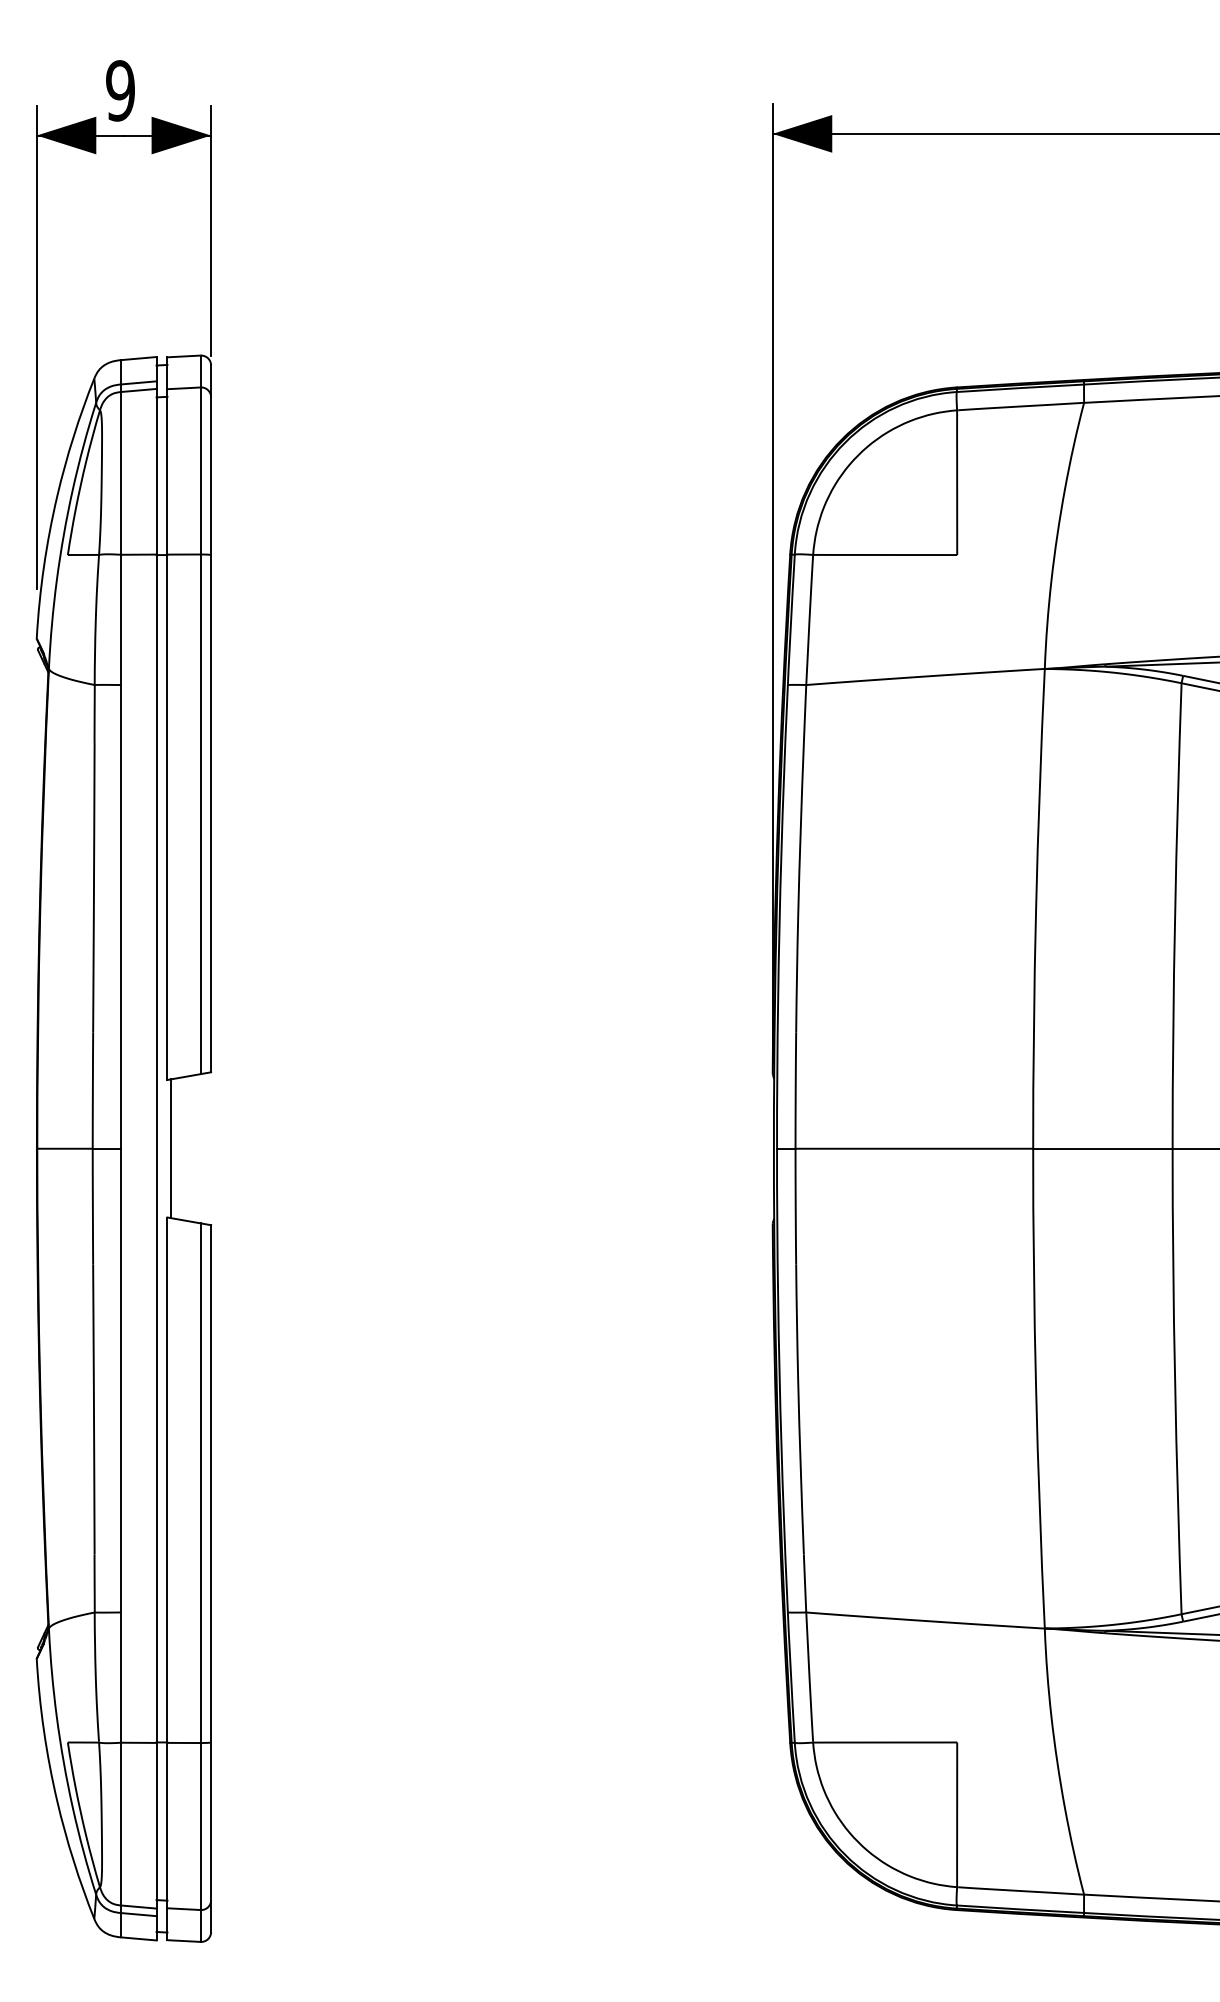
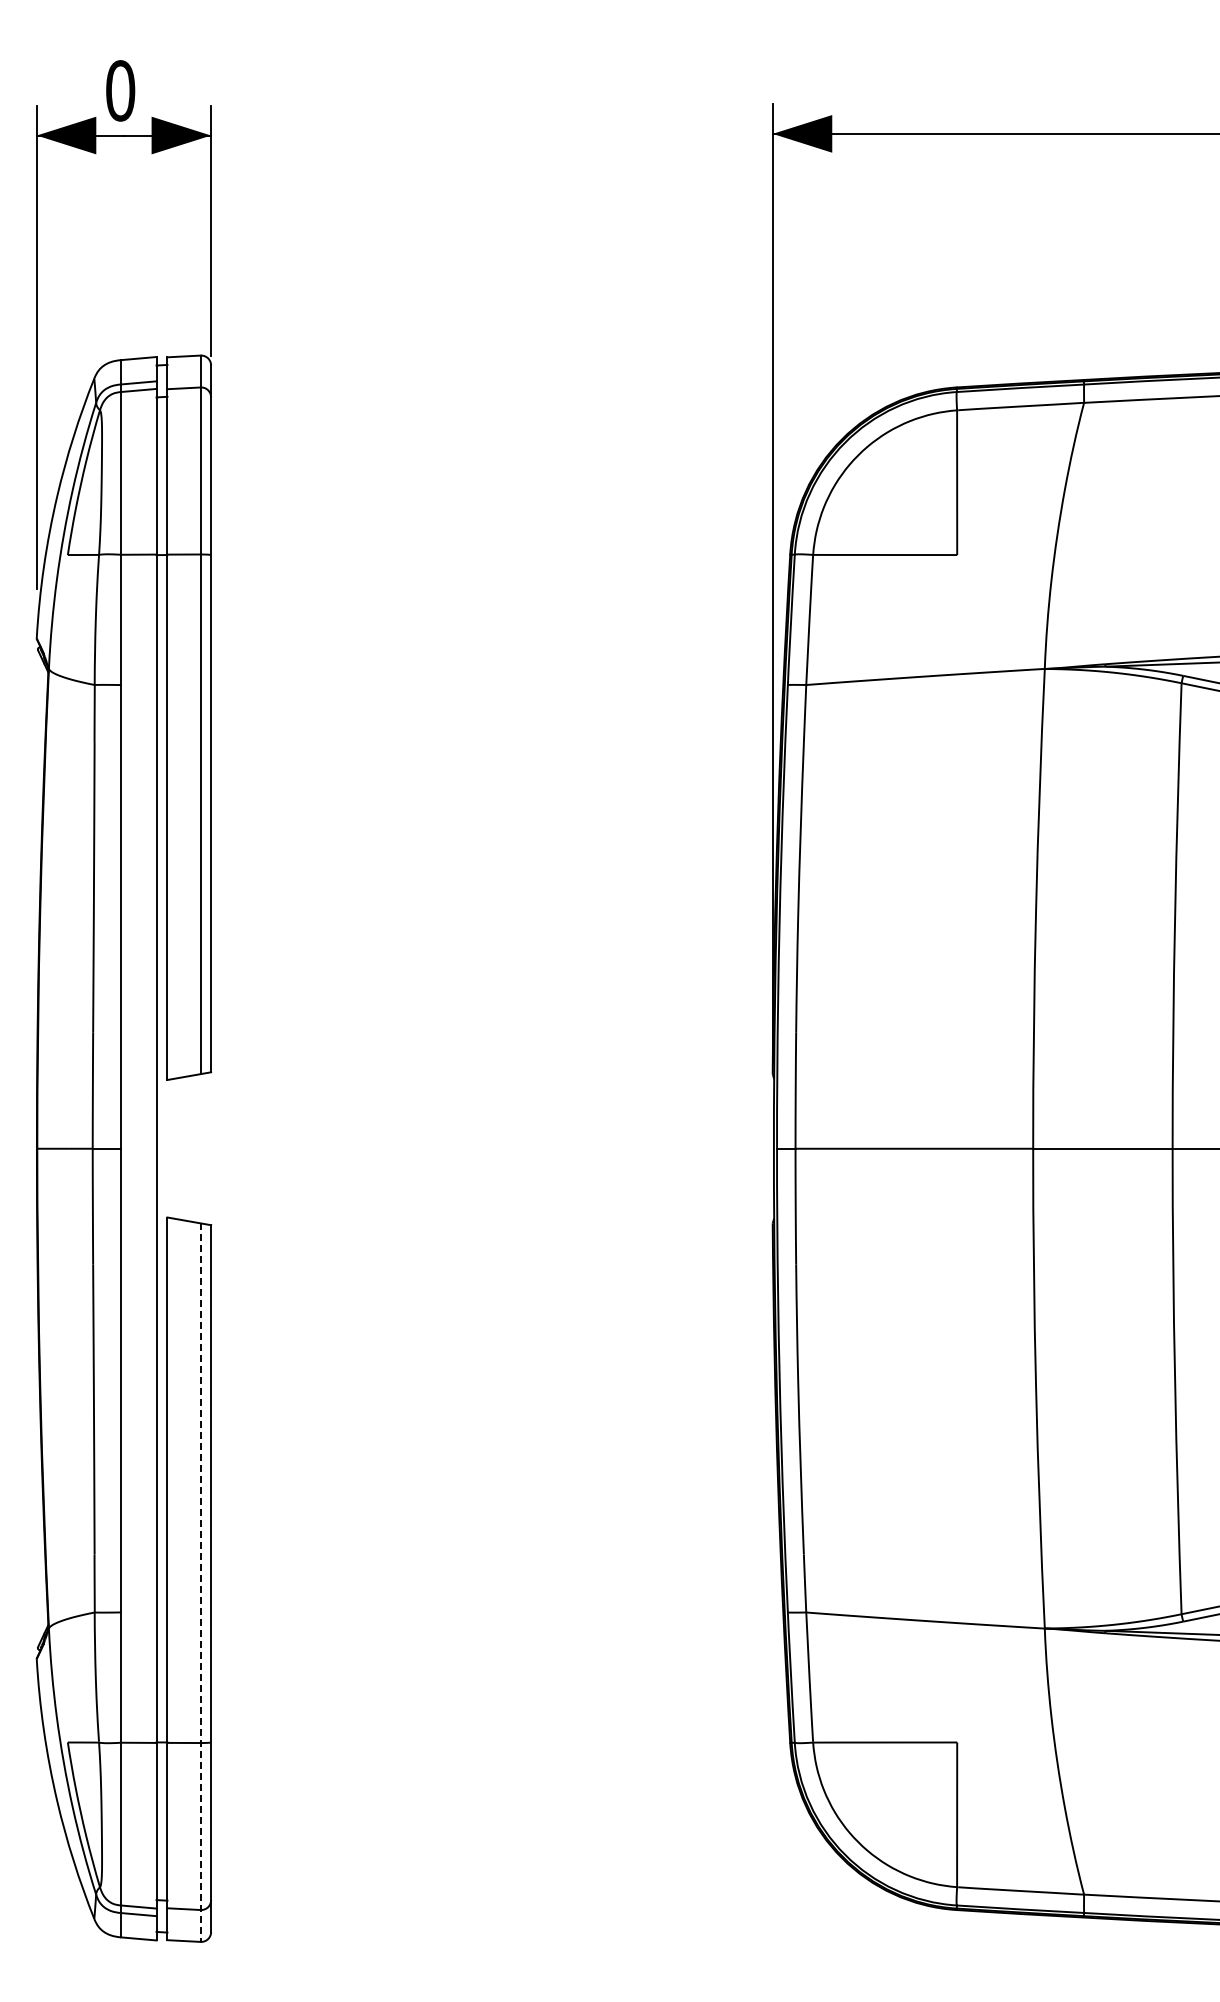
text at (120, 90): 9 -> 0
line at (171, 1148): present -> none
line at (200, 1583): solid -> dashed
